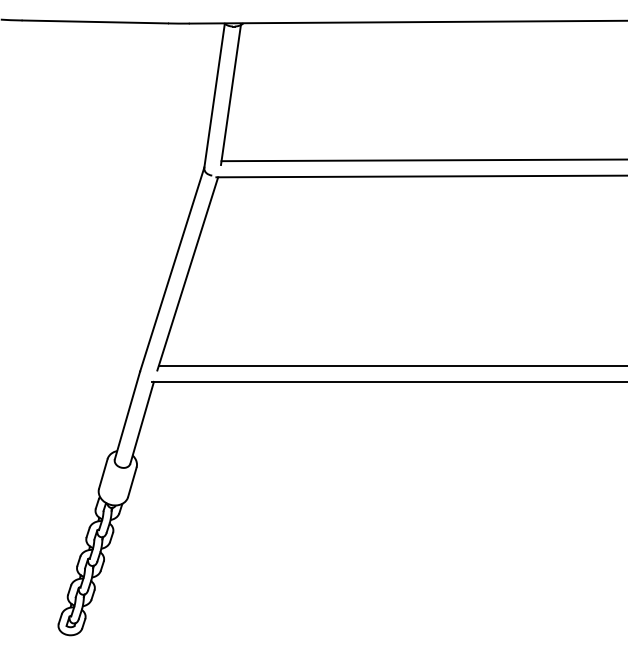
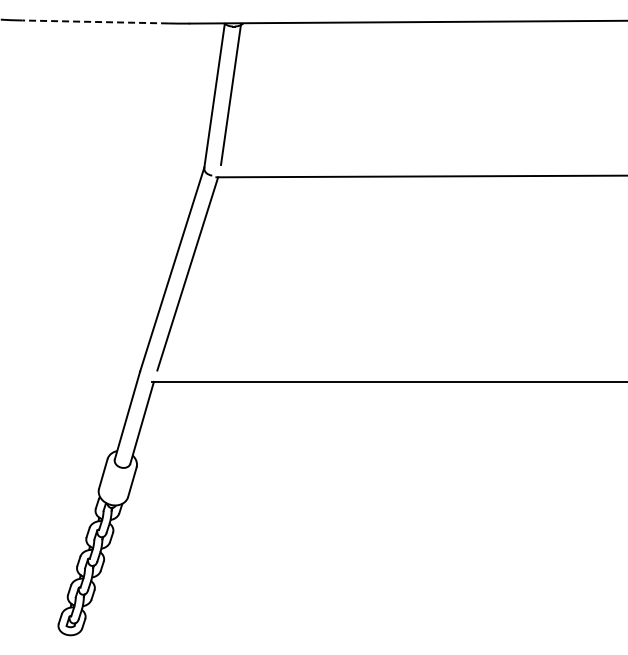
line at (95, 21): solid -> dashed
line at (422, 160): present -> none
line at (391, 365): present -> none
